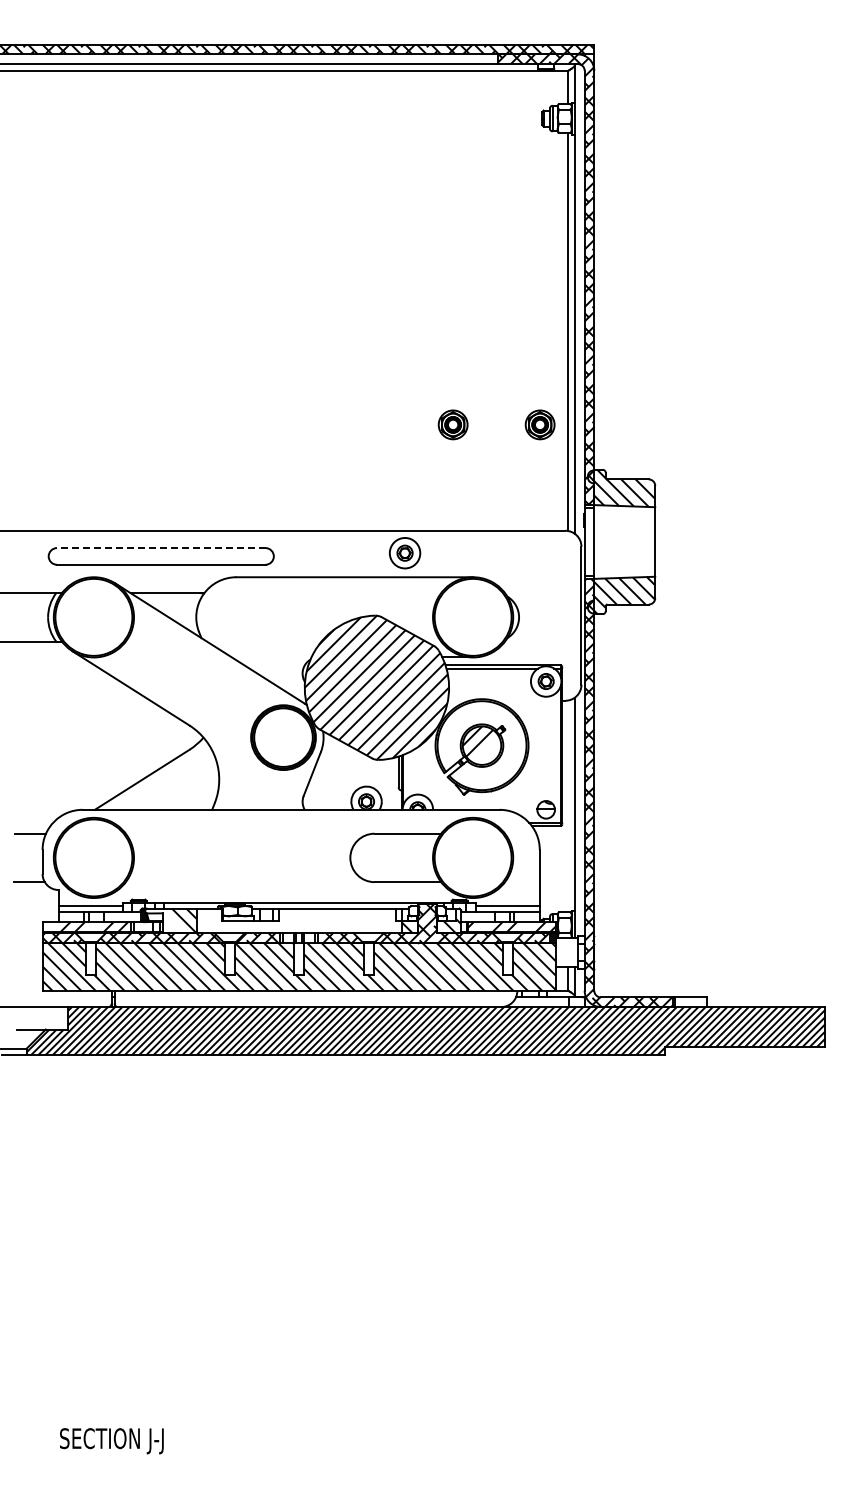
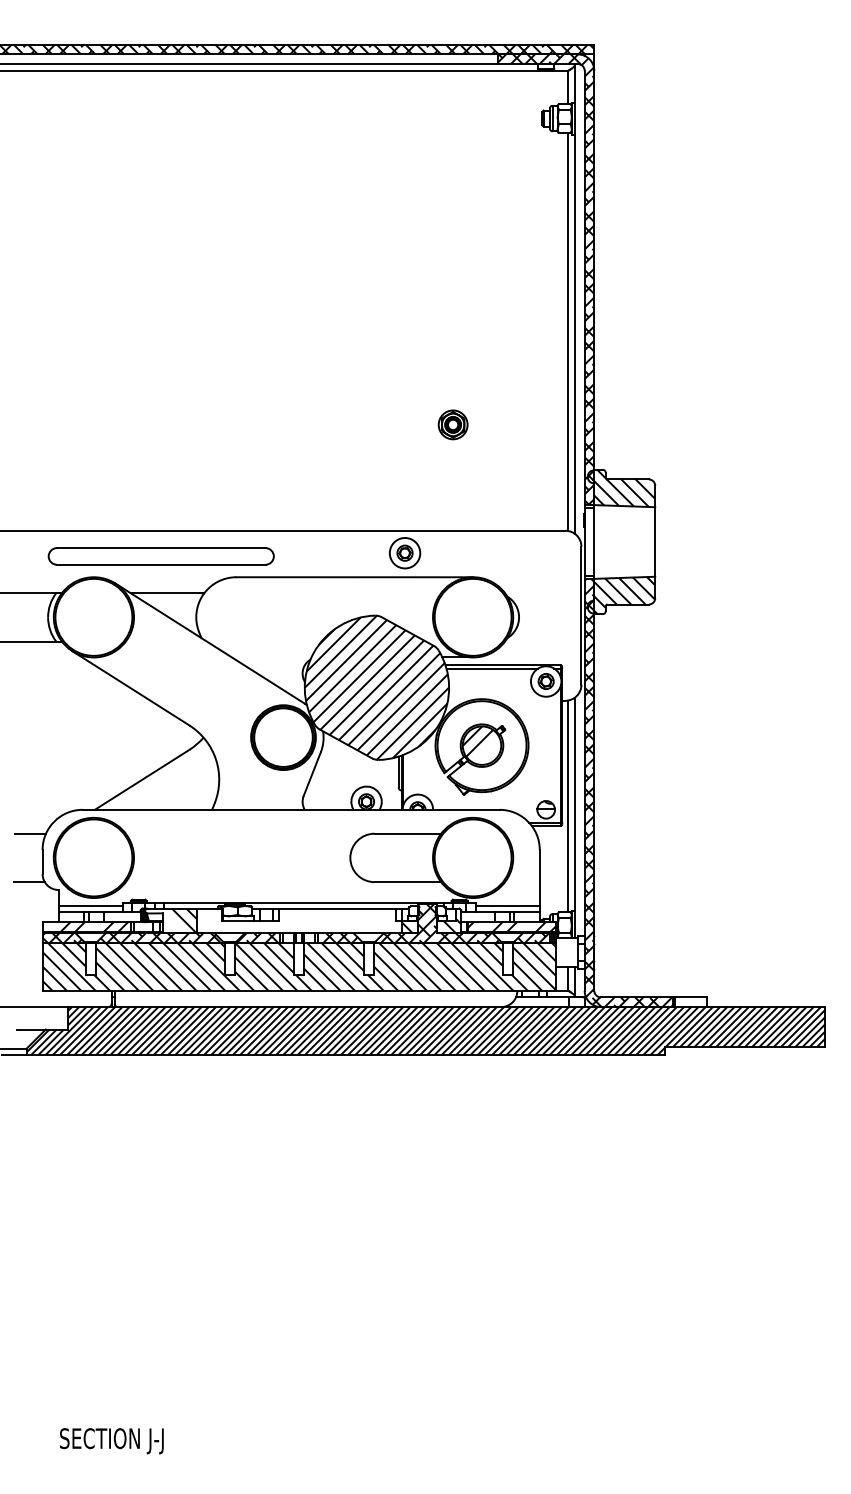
part at (539, 424): present -> none
line at (160, 548): dashed -> solid
line at (568, 806): none -> present
